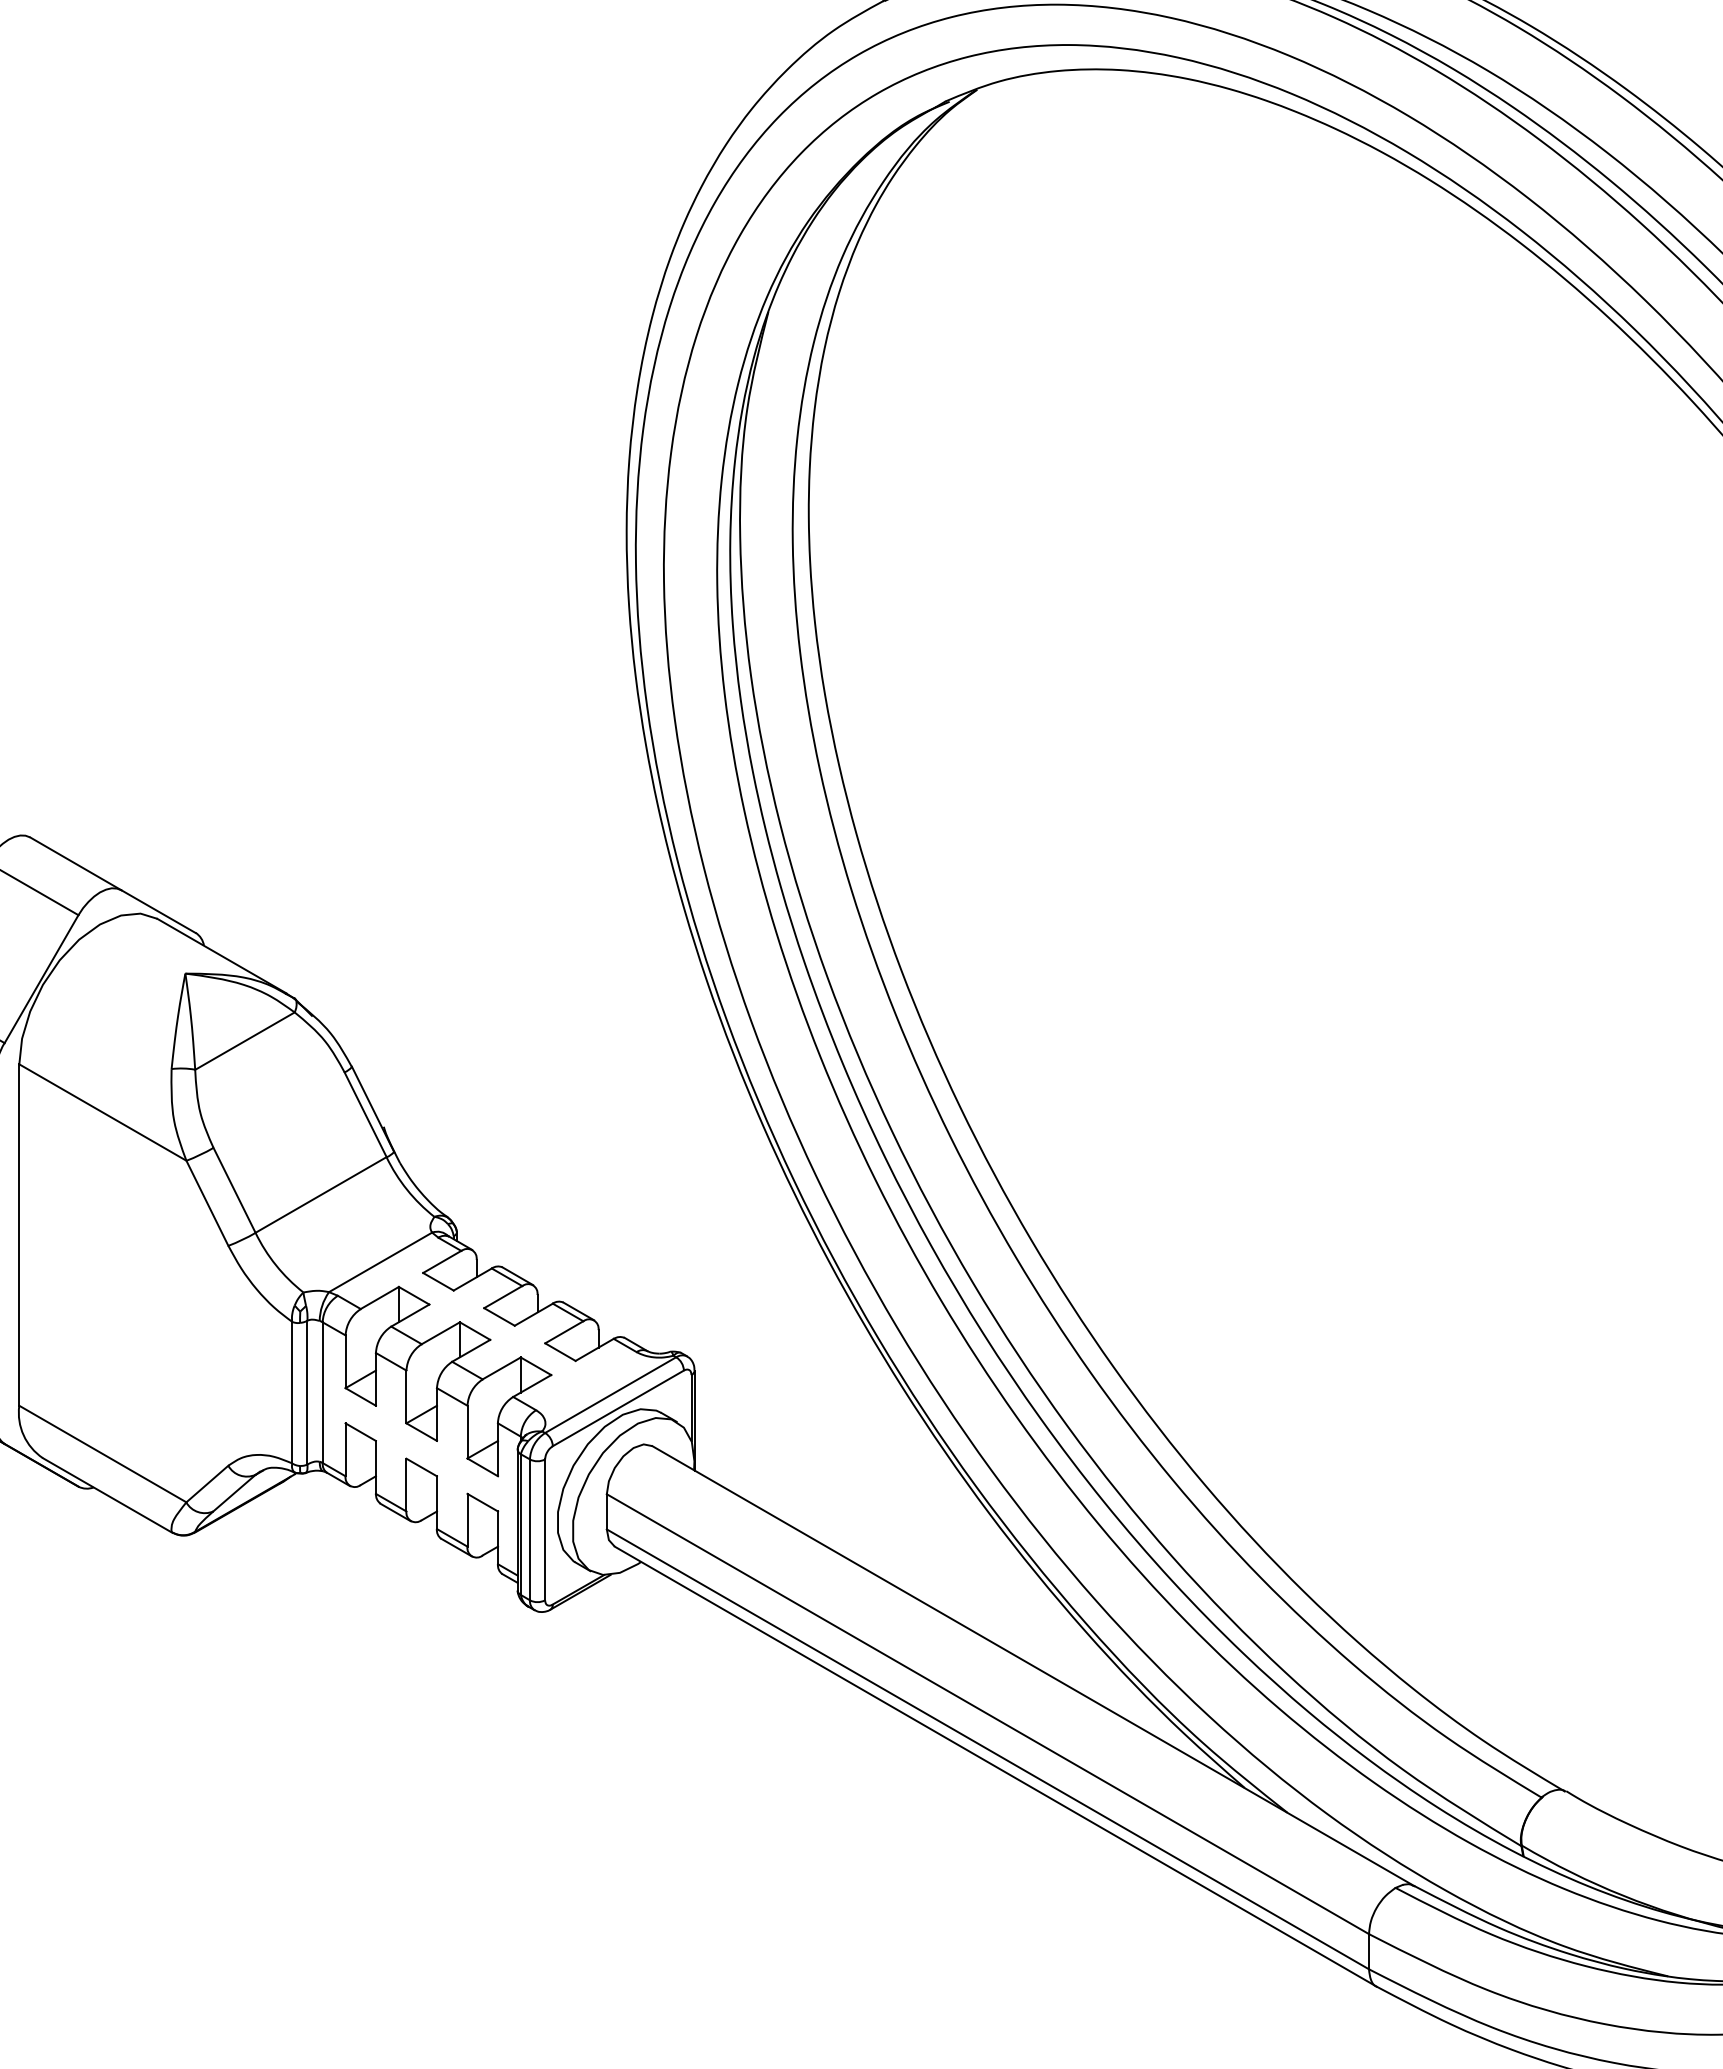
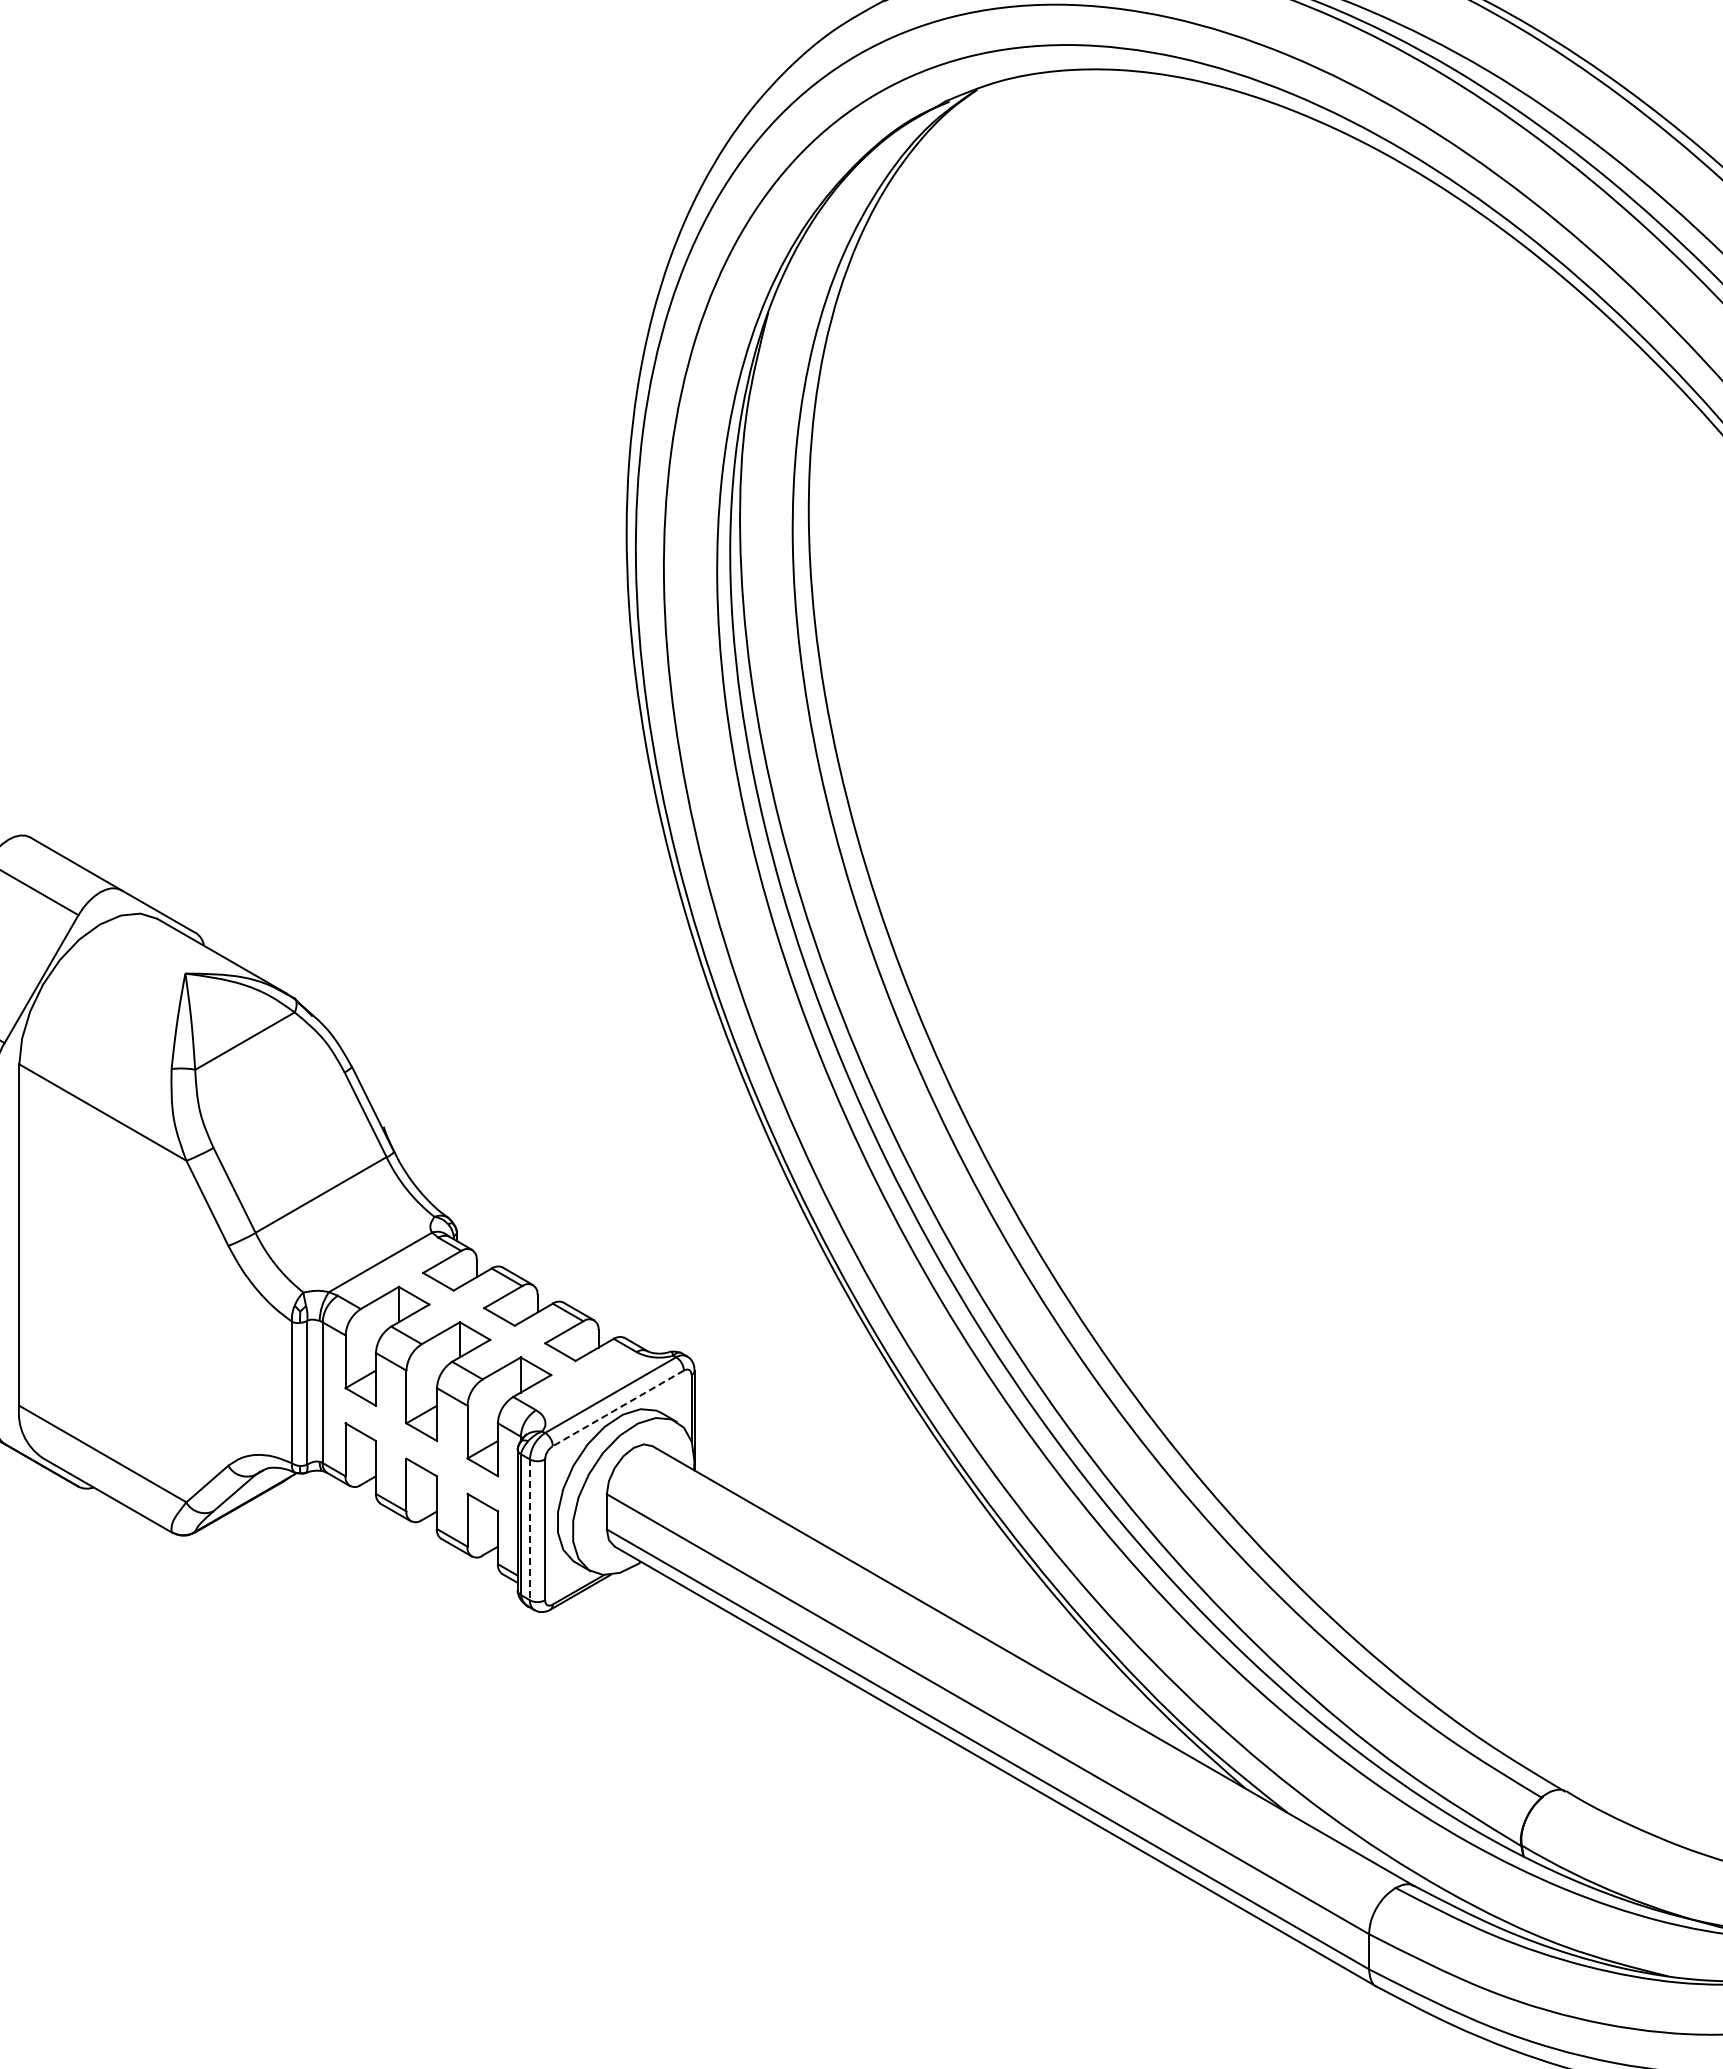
line at (618, 1408): solid -> dashed
line at (529, 1530): solid -> dashed
